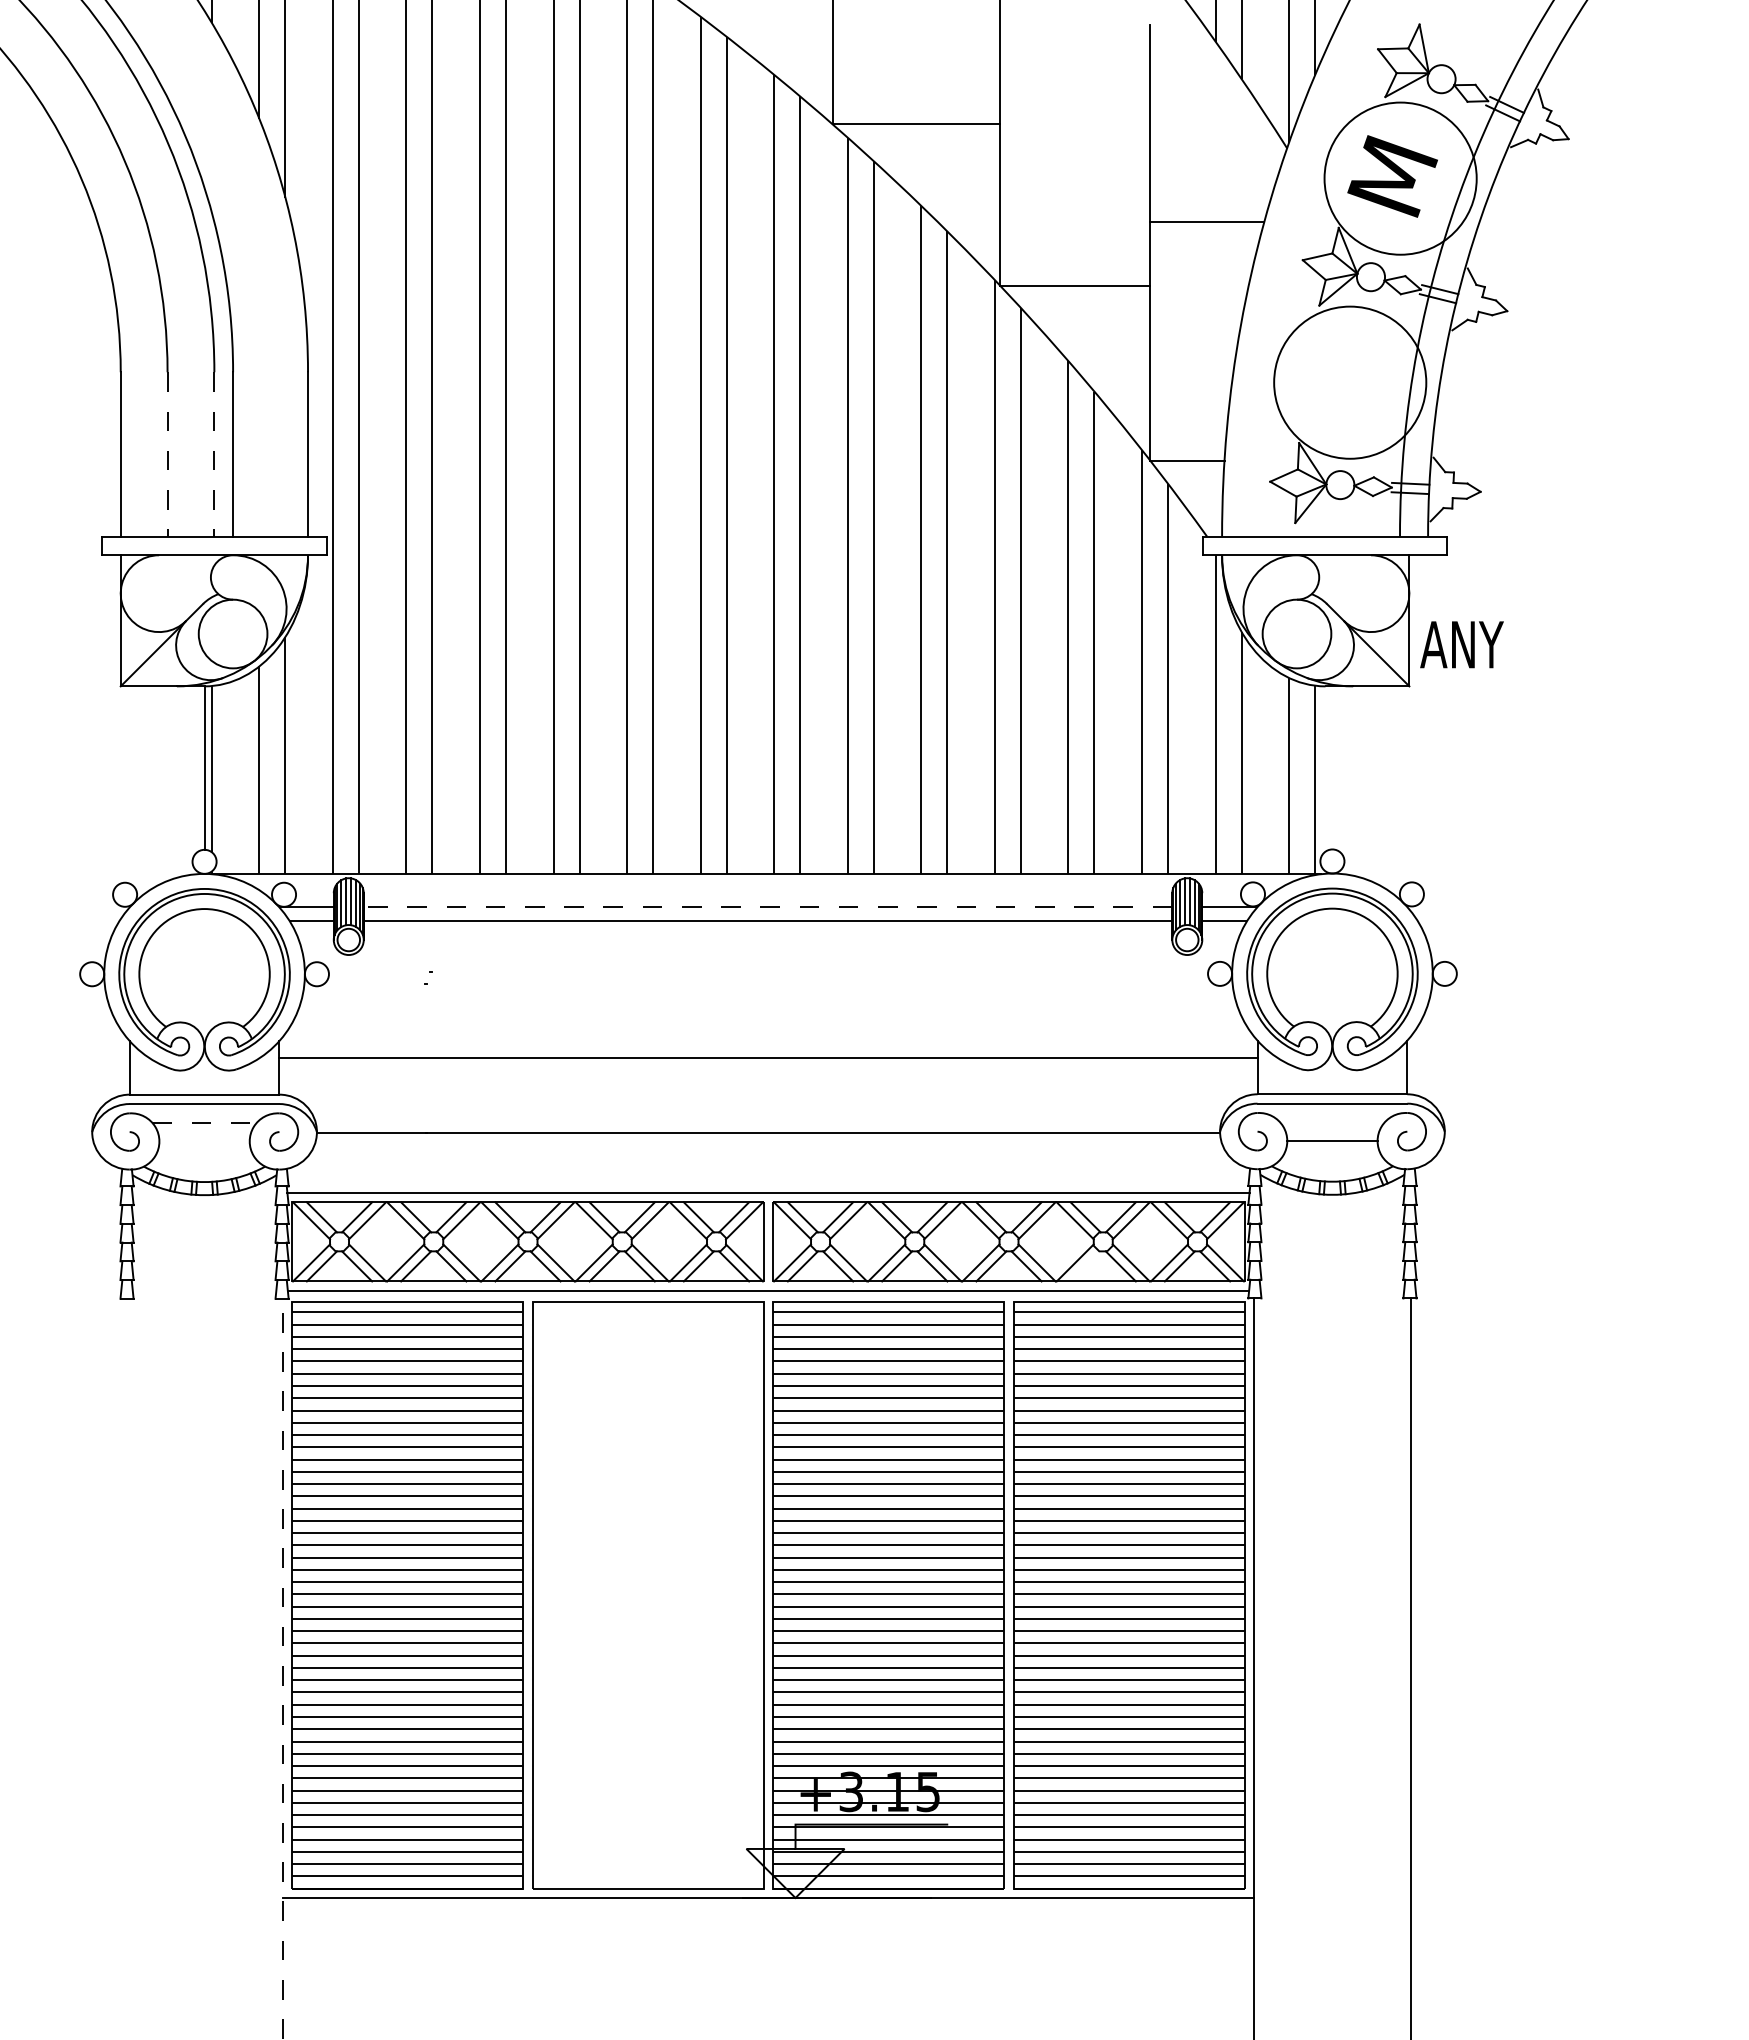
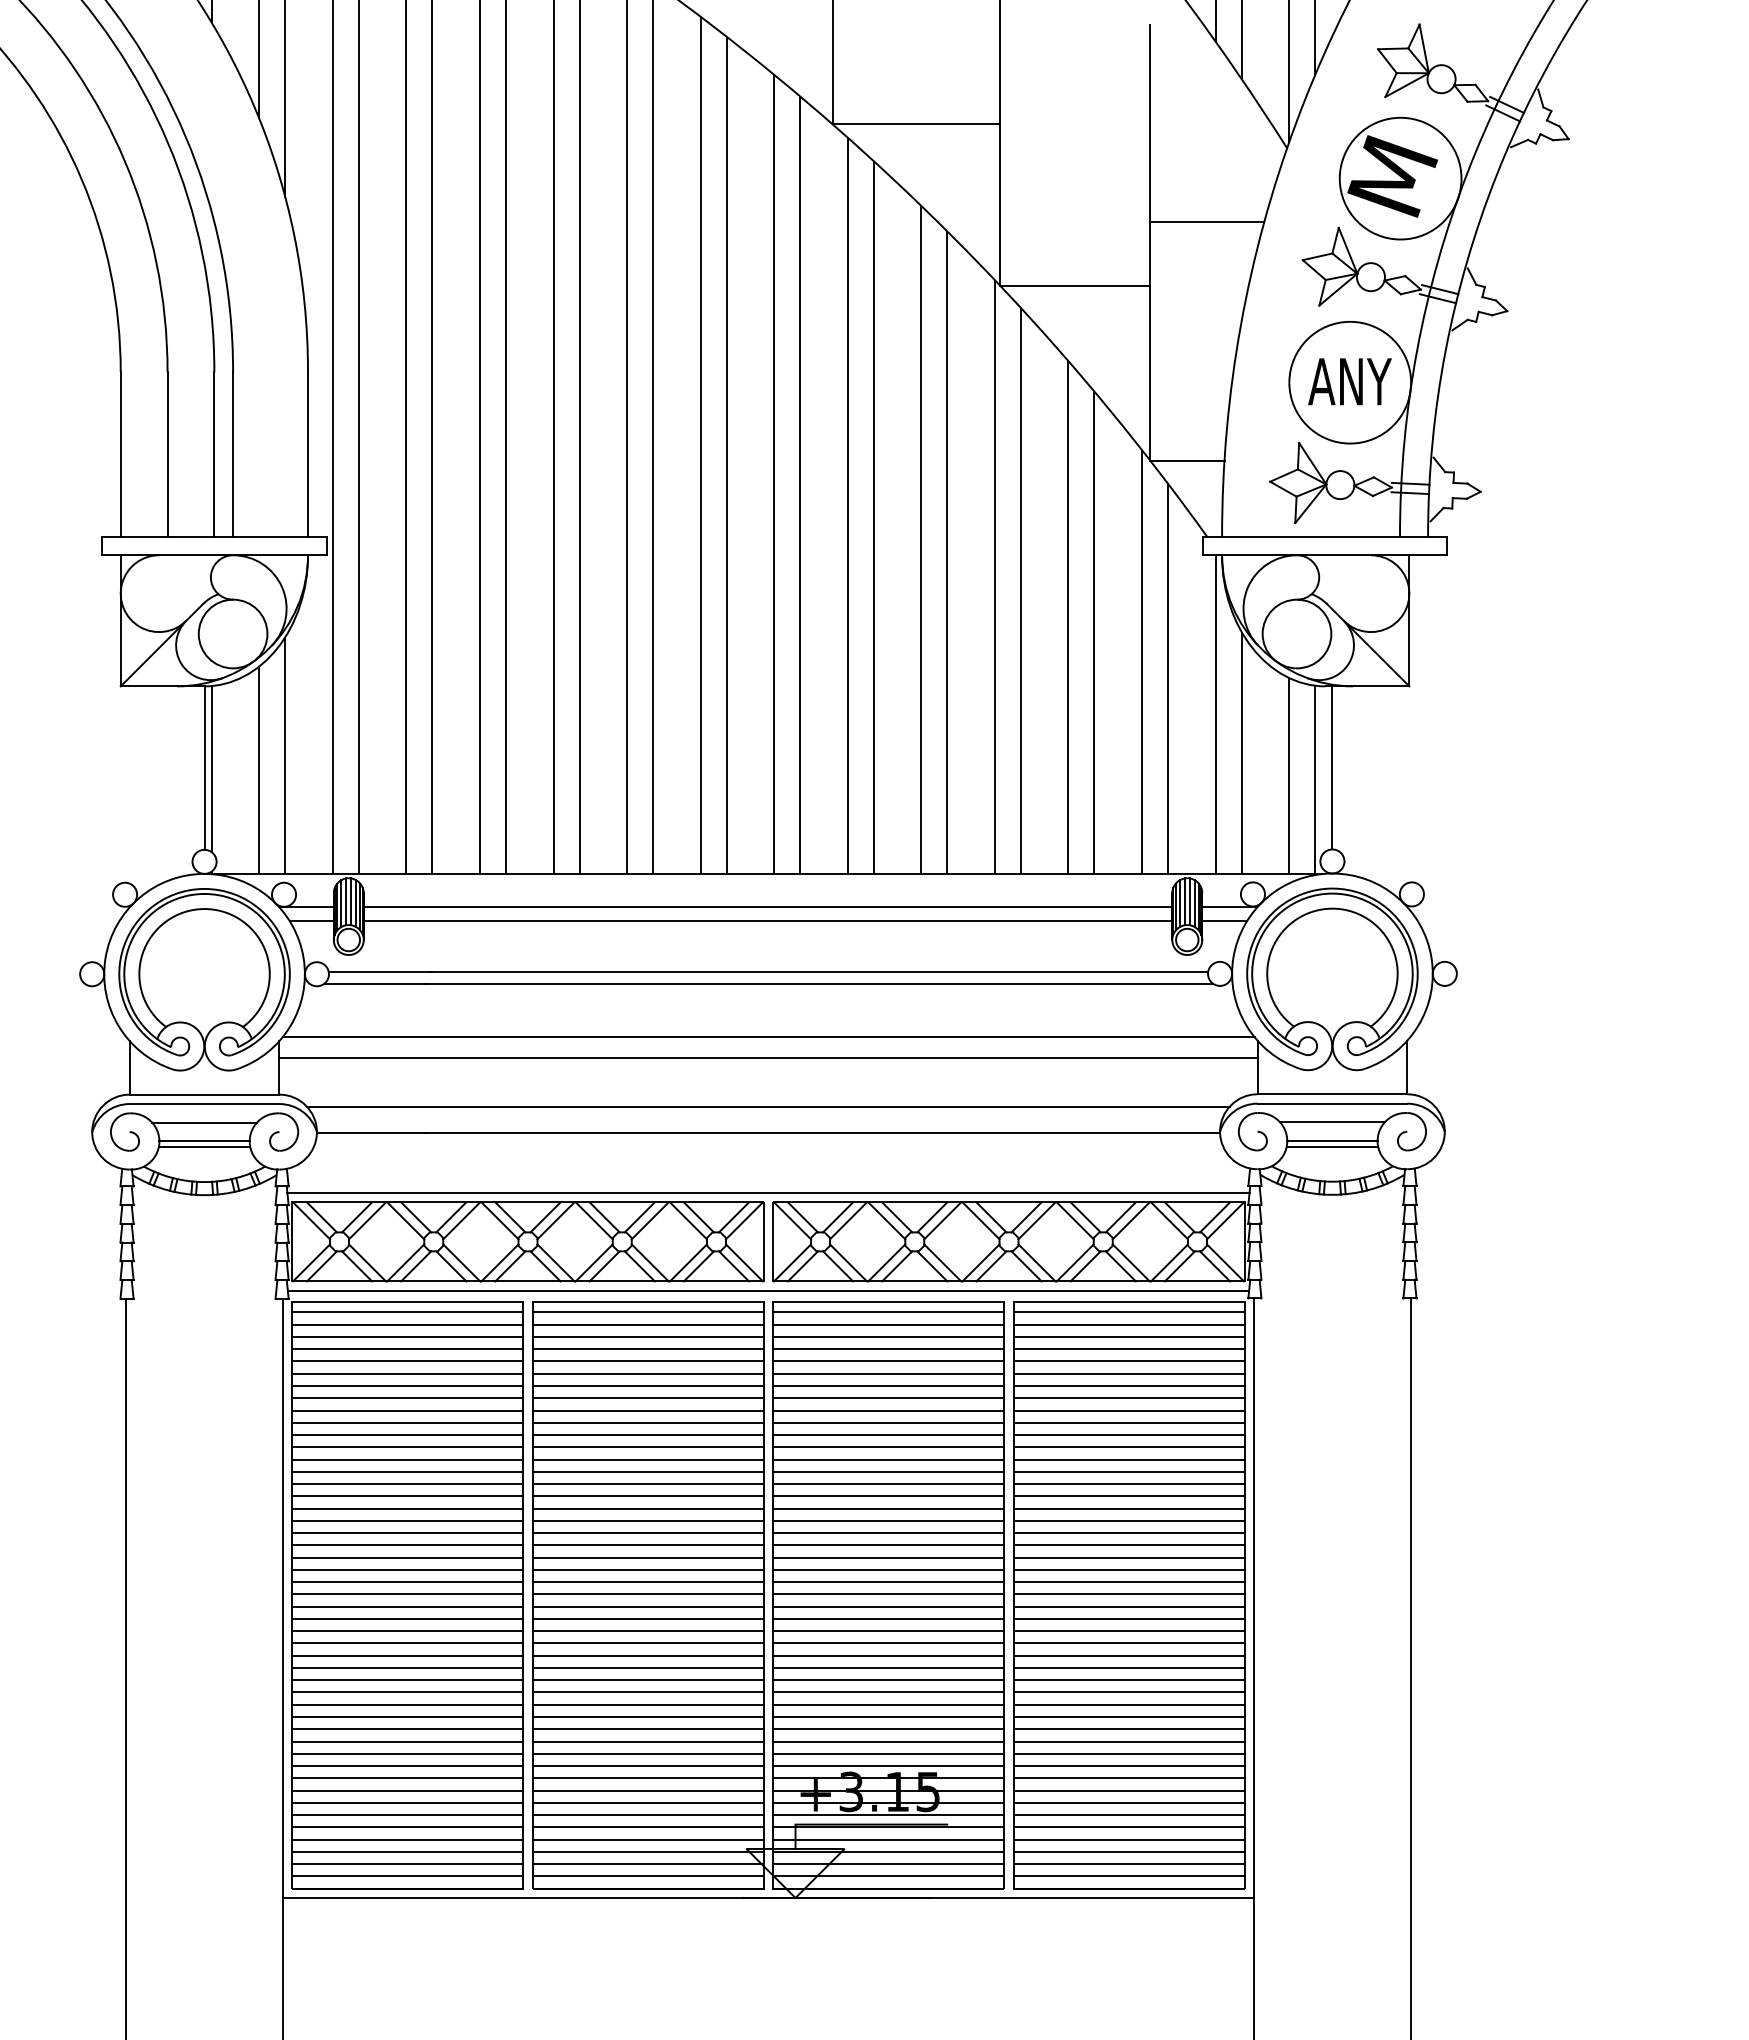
circle at (1400, 178) diameter: 152 px -> 122 px
circle at (1350, 382) diameter: 152 px -> 122 px
line at (167, 454): dashed -> solid
line at (214, 454): dashed -> solid
text at (1461, 644) position: (1461, 644) -> (1349, 381)
line at (1332, 767): none -> present
line at (767, 906): dashed -> solid
line at (768, 971): none -> present
line at (768, 983): none -> present
line at (768, 1037): none -> present
line at (768, 1106): none -> present
line at (205, 1122): dashed -> solid
line at (1332, 1122): none -> present
line at (204, 1141): none -> present
line at (1332, 1146): none -> present
line at (204, 1147): none -> present
line at (1085, 1266): none -> present
hatch at (647, 1600): none -> present
line at (126, 1667): none -> present
line at (283, 1668): dashed -> solid
